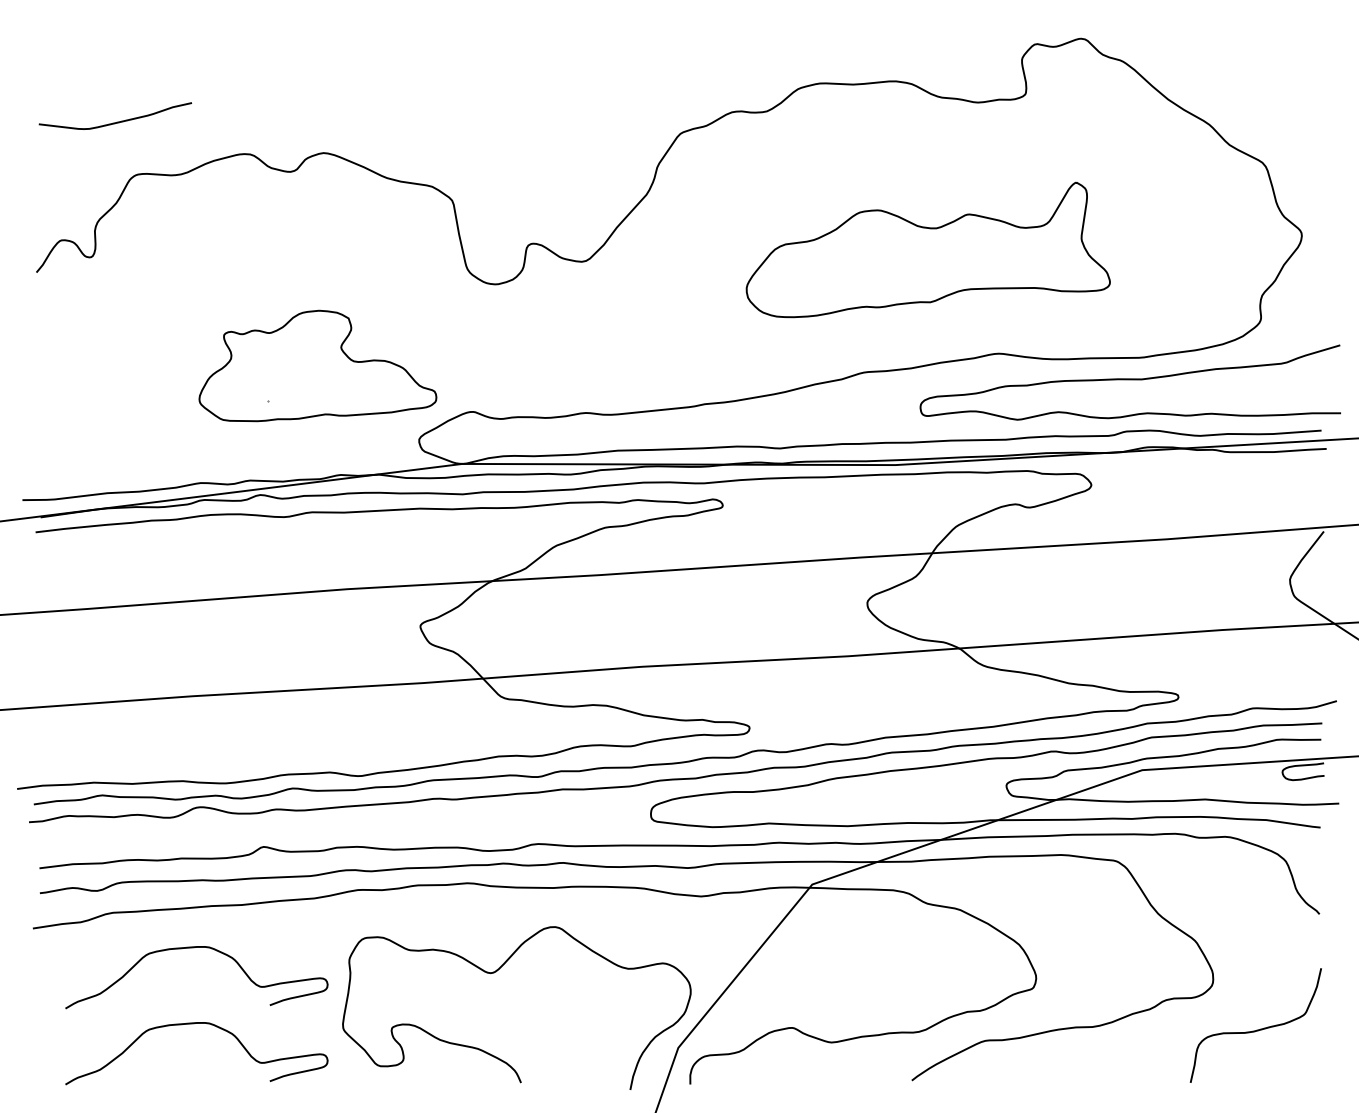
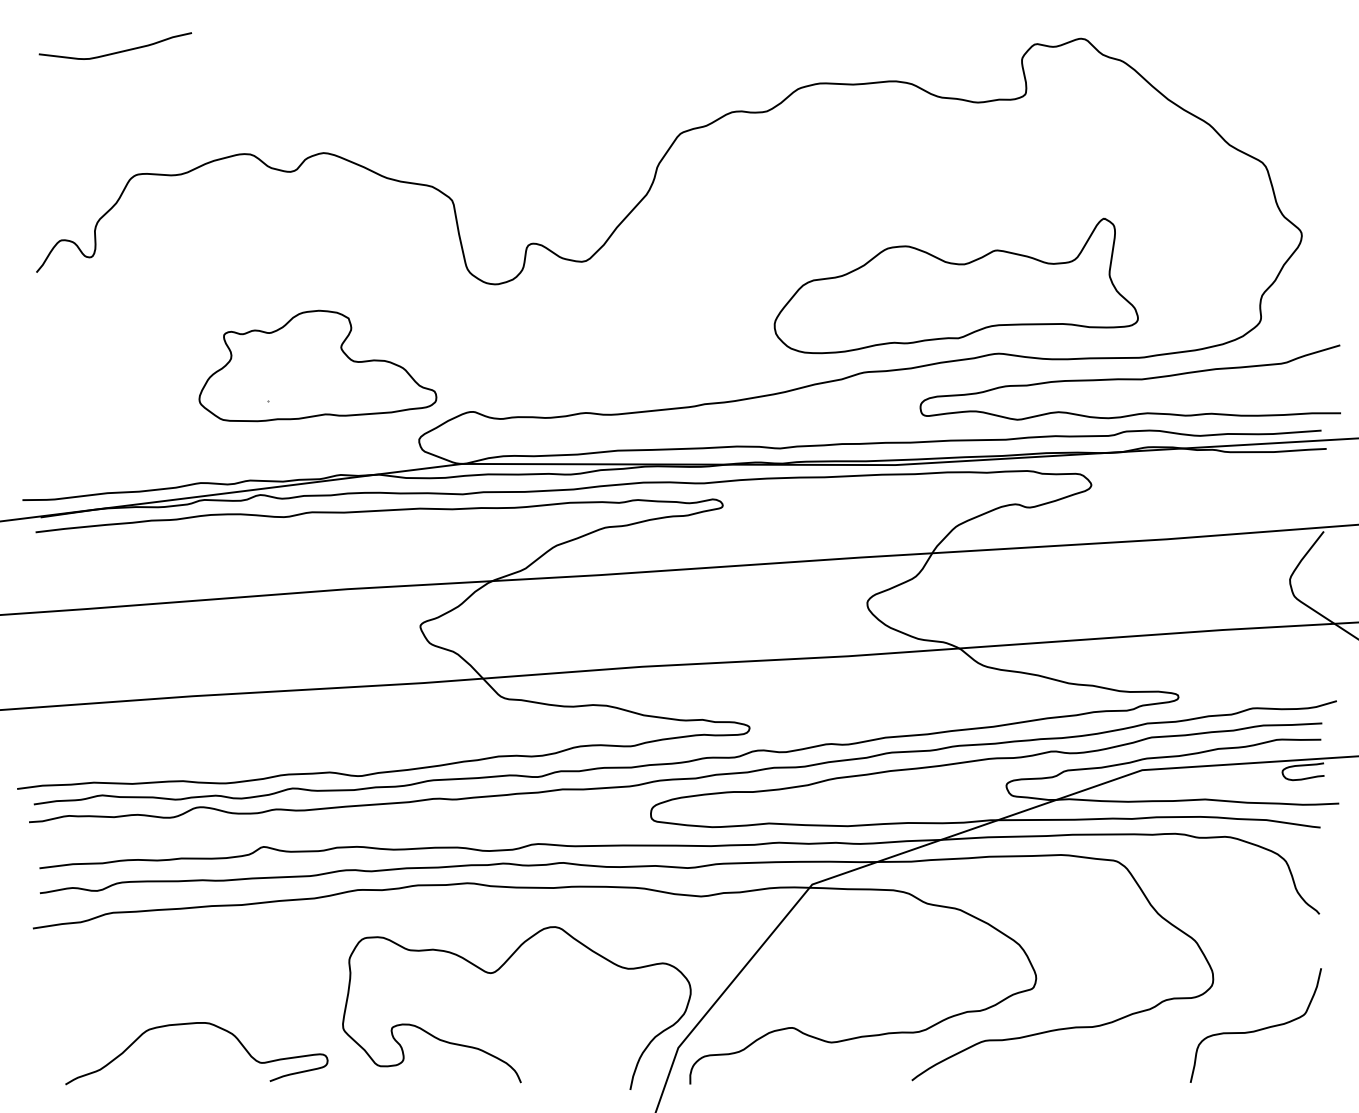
curve at (117, 121) position: (117, 121) -> (117, 51)
part at (927, 249) position: (927, 249) -> (955, 285)
curve at (194, 948): present -> none
